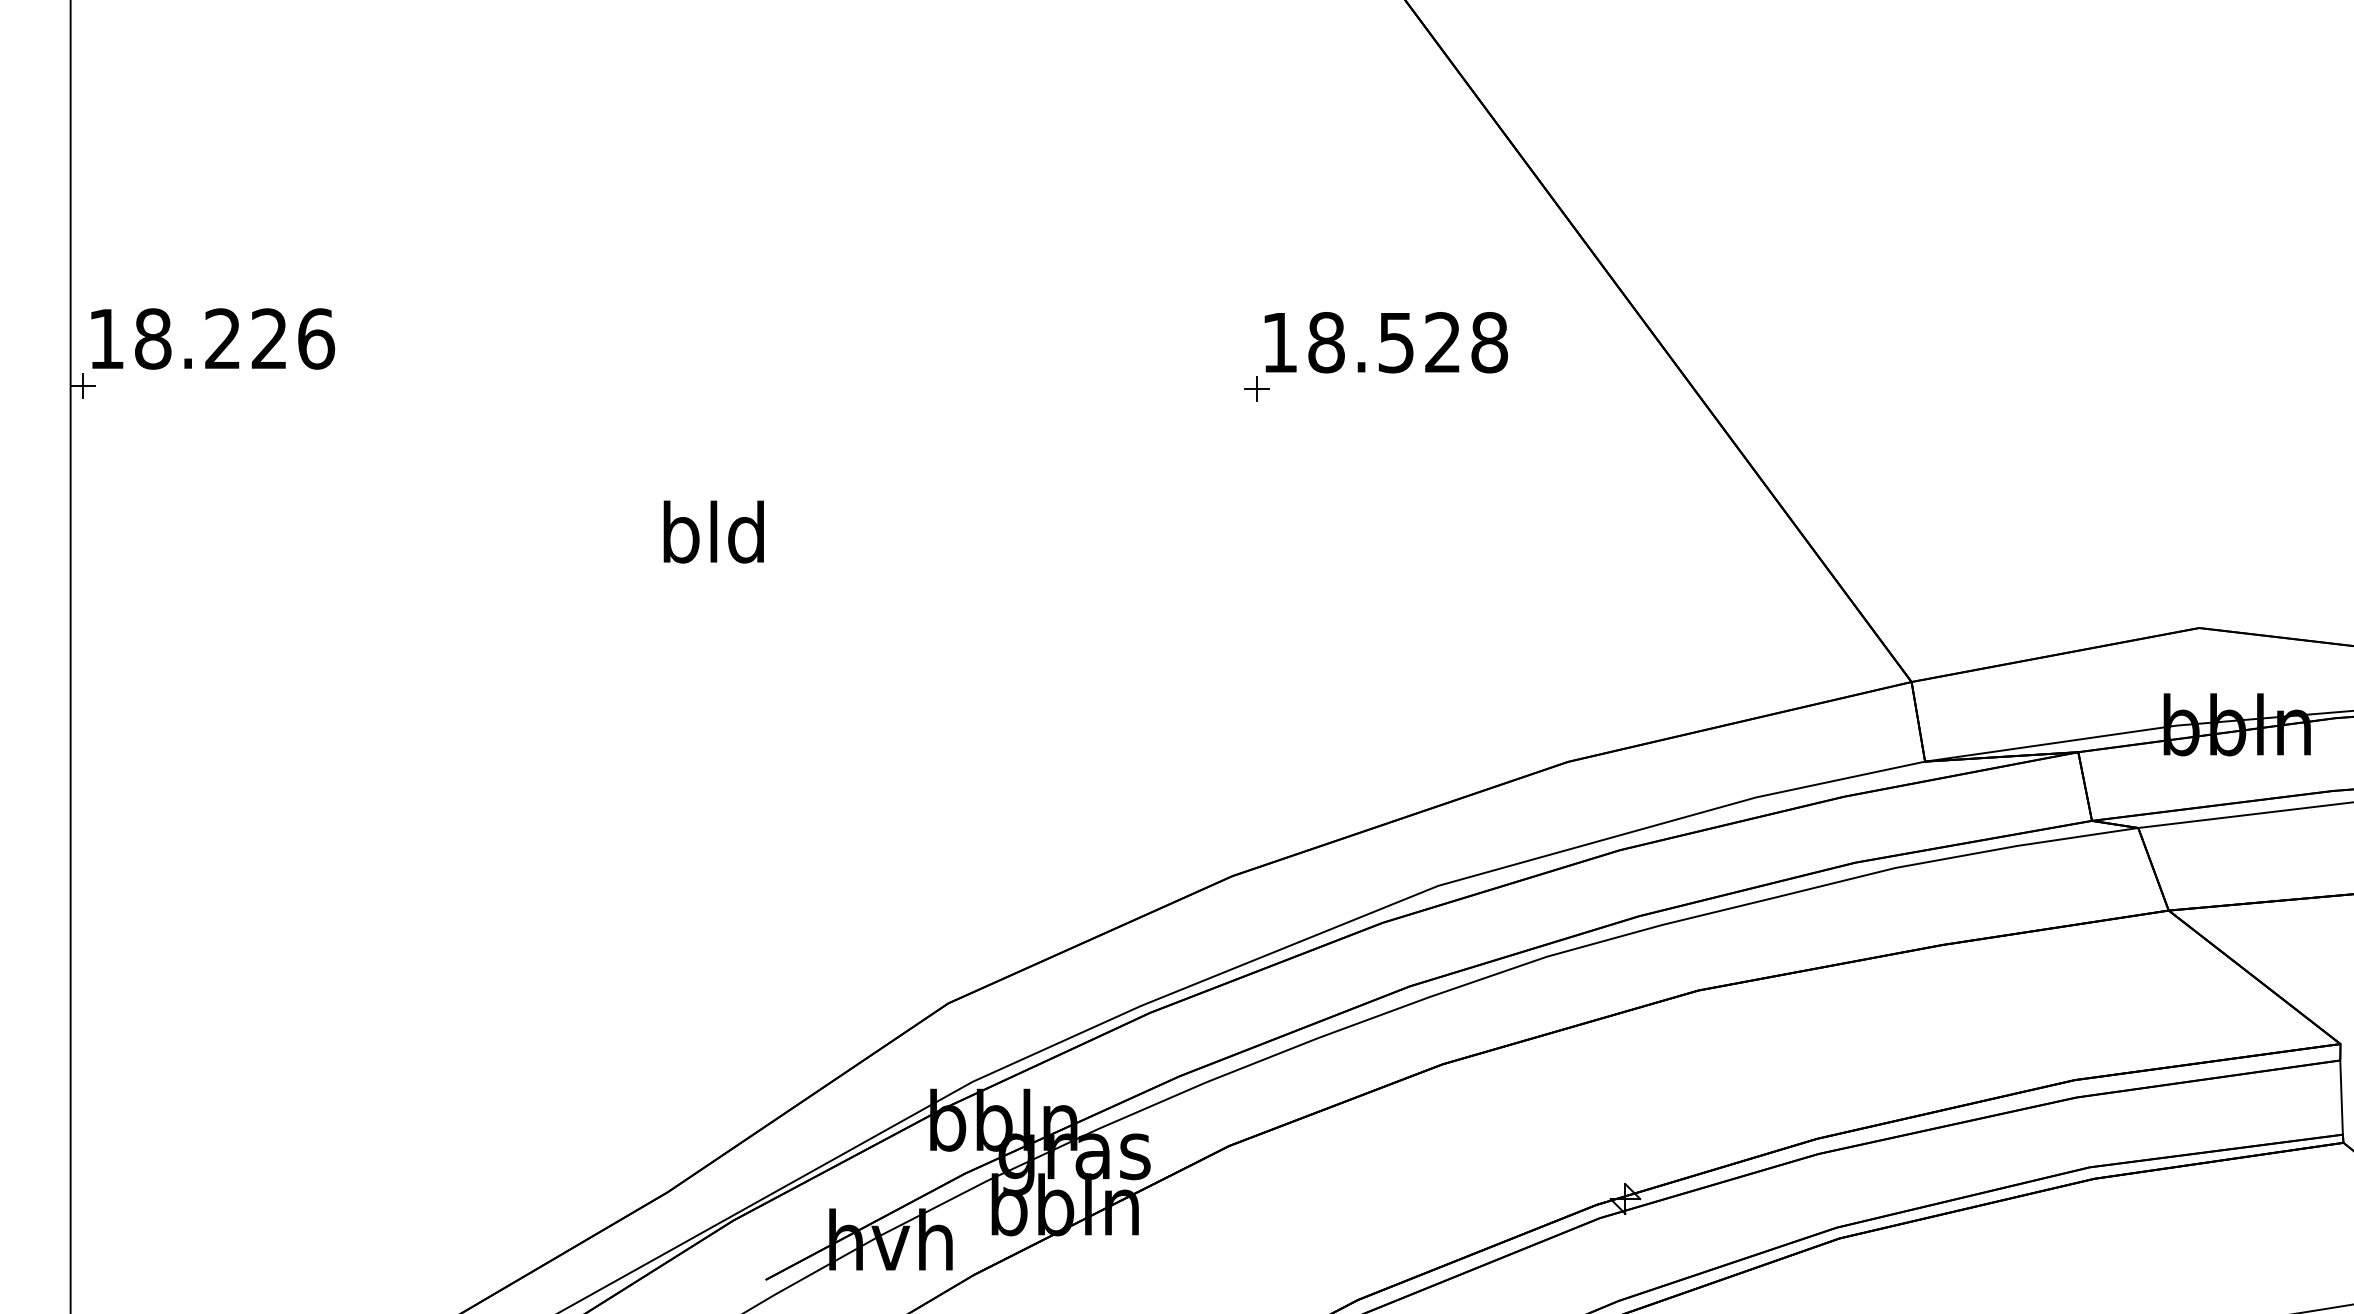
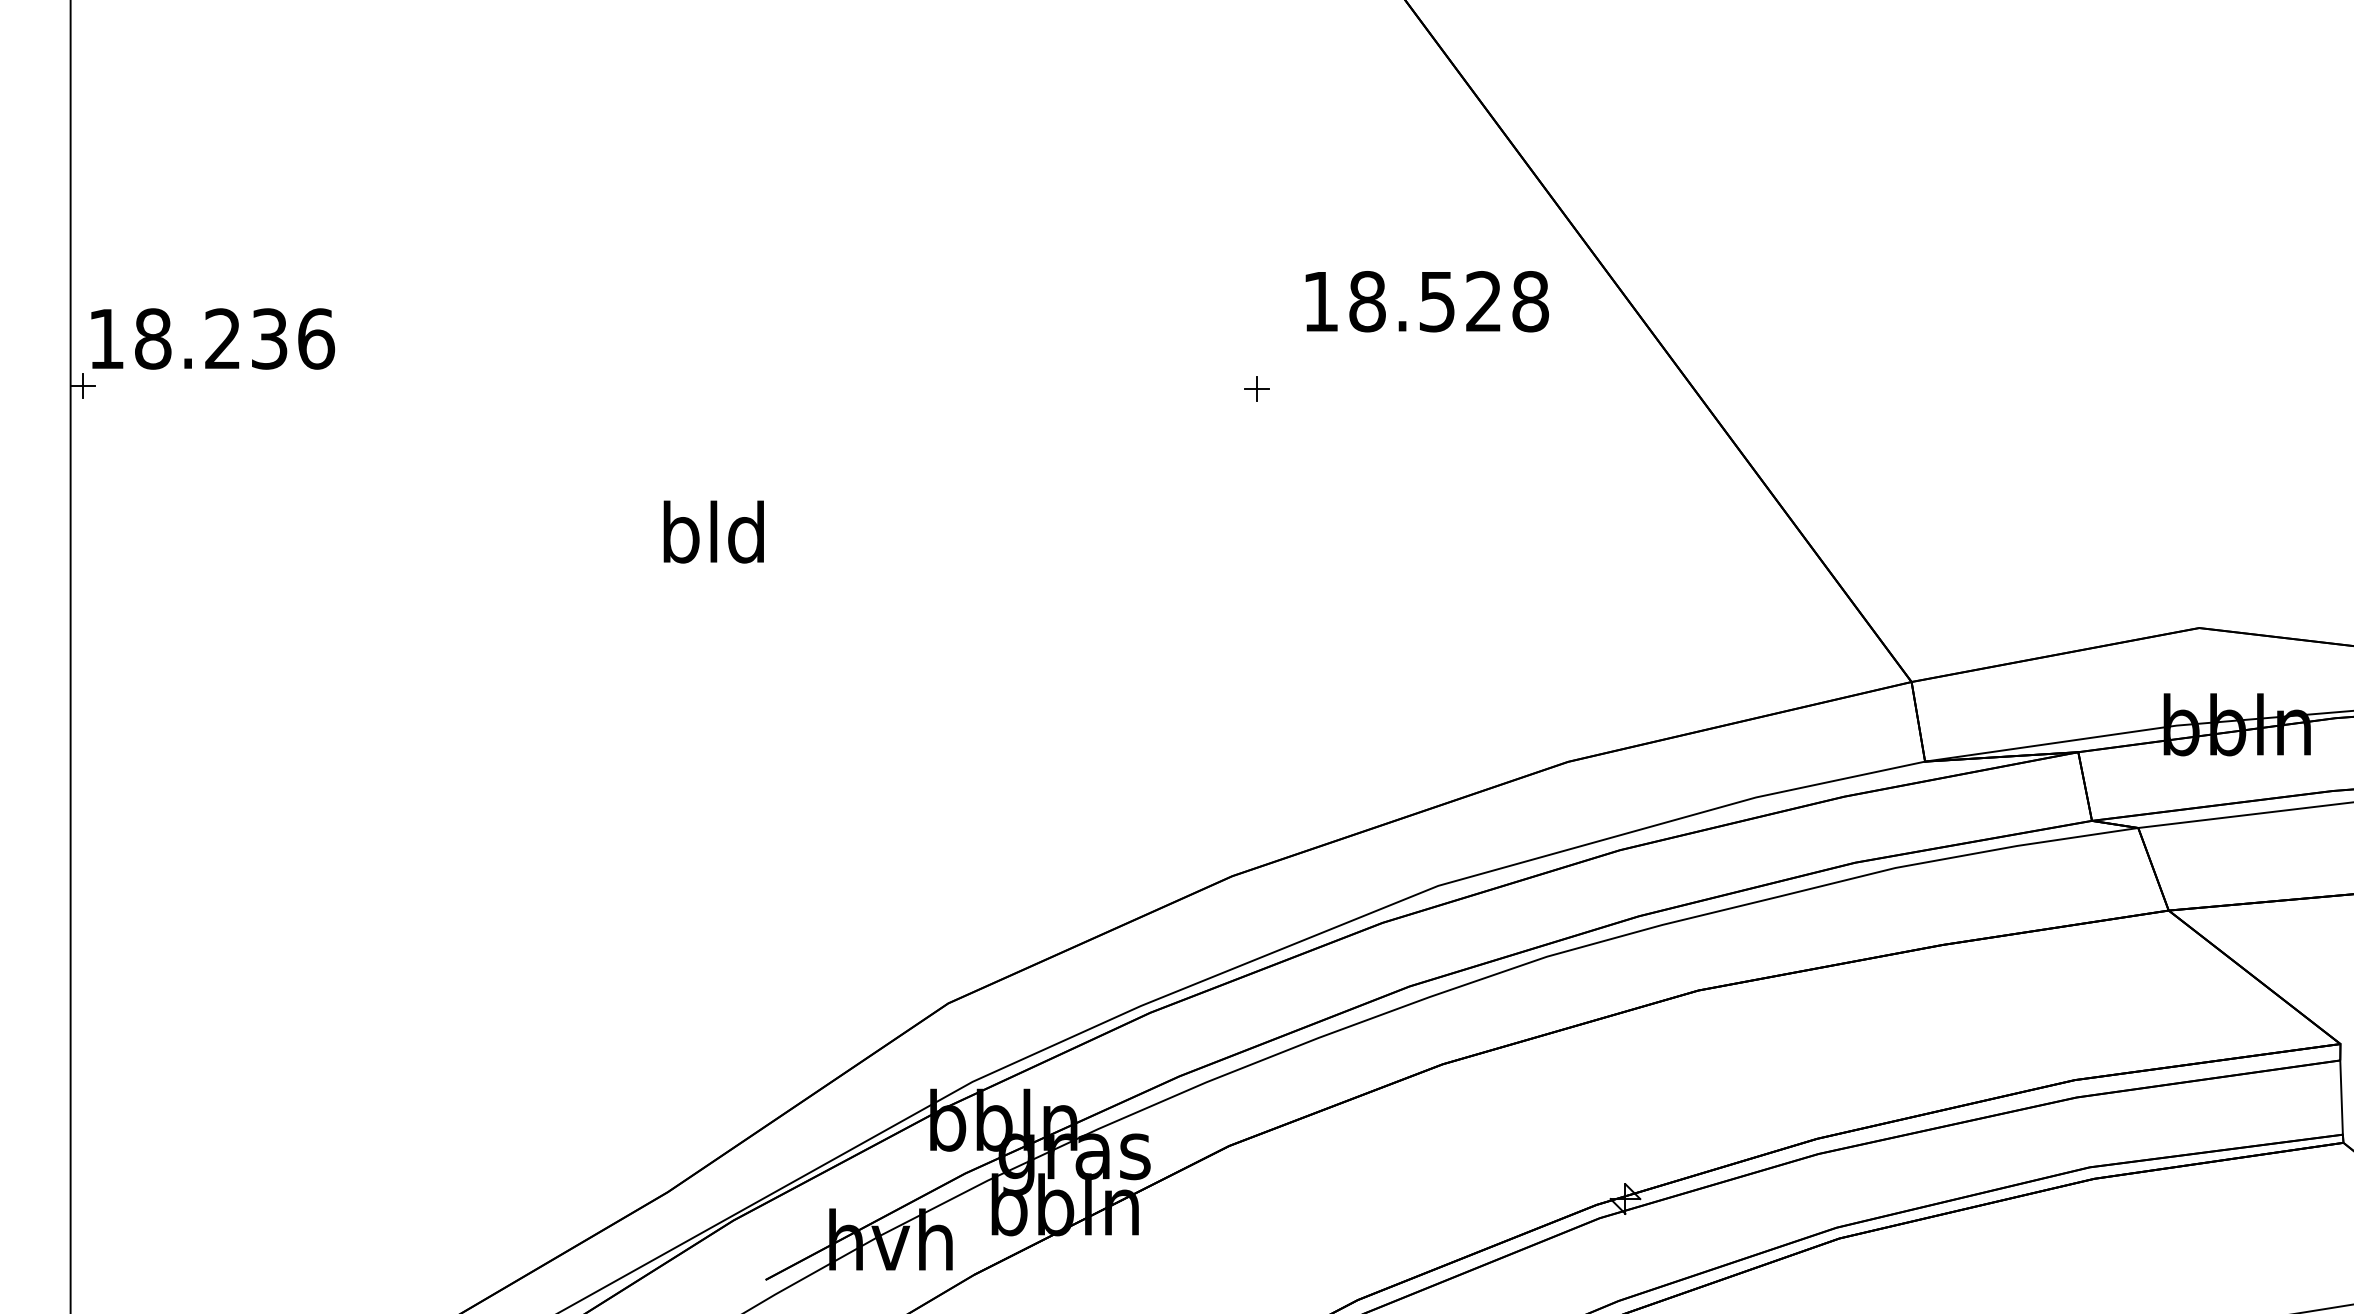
text at (269, 338): 18.226 -> 18.236
text at (1385, 342) position: (1385, 342) -> (1426, 301)
